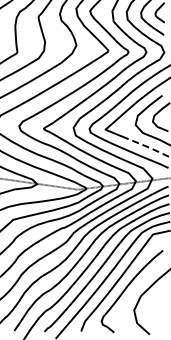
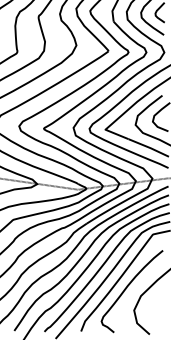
line at (149, 147): dashed -> solid
